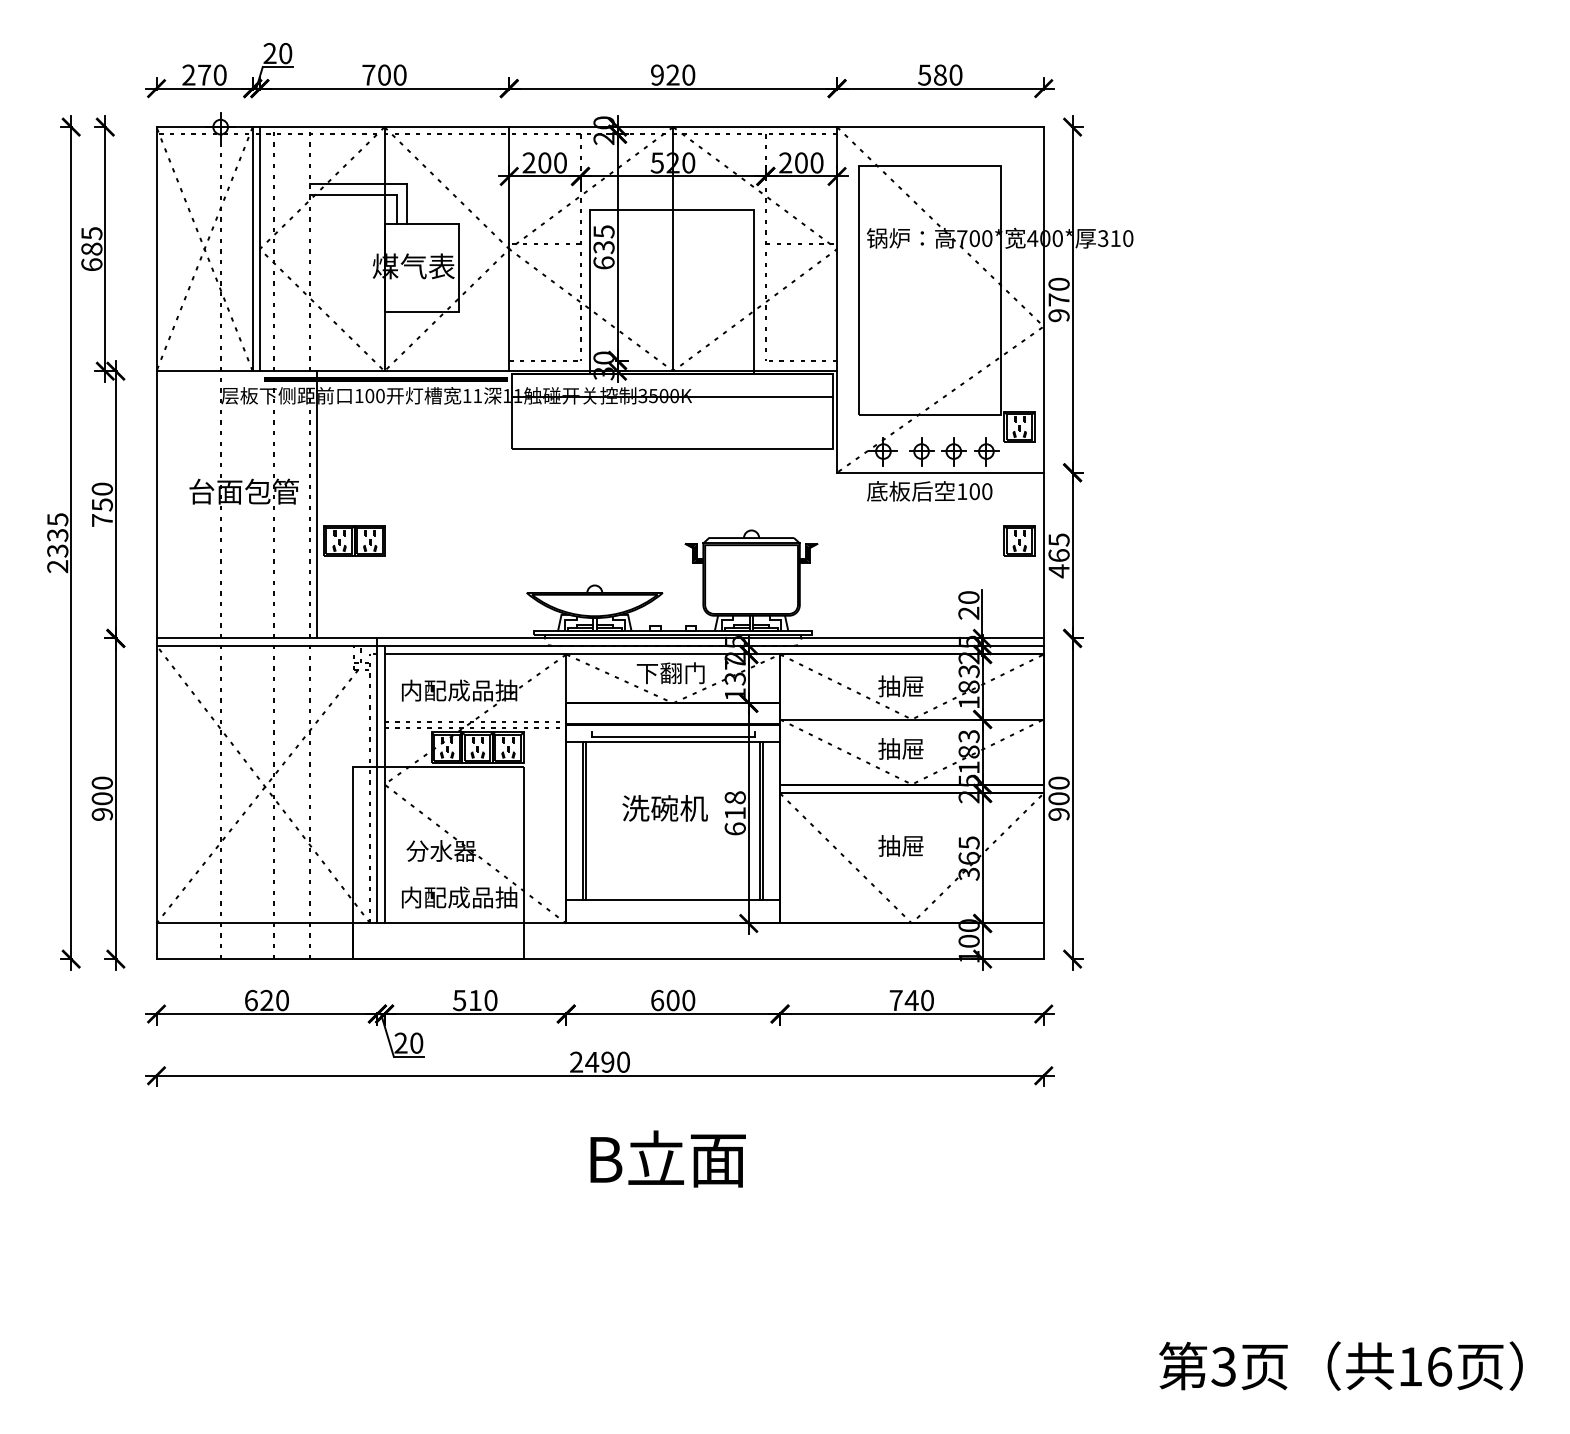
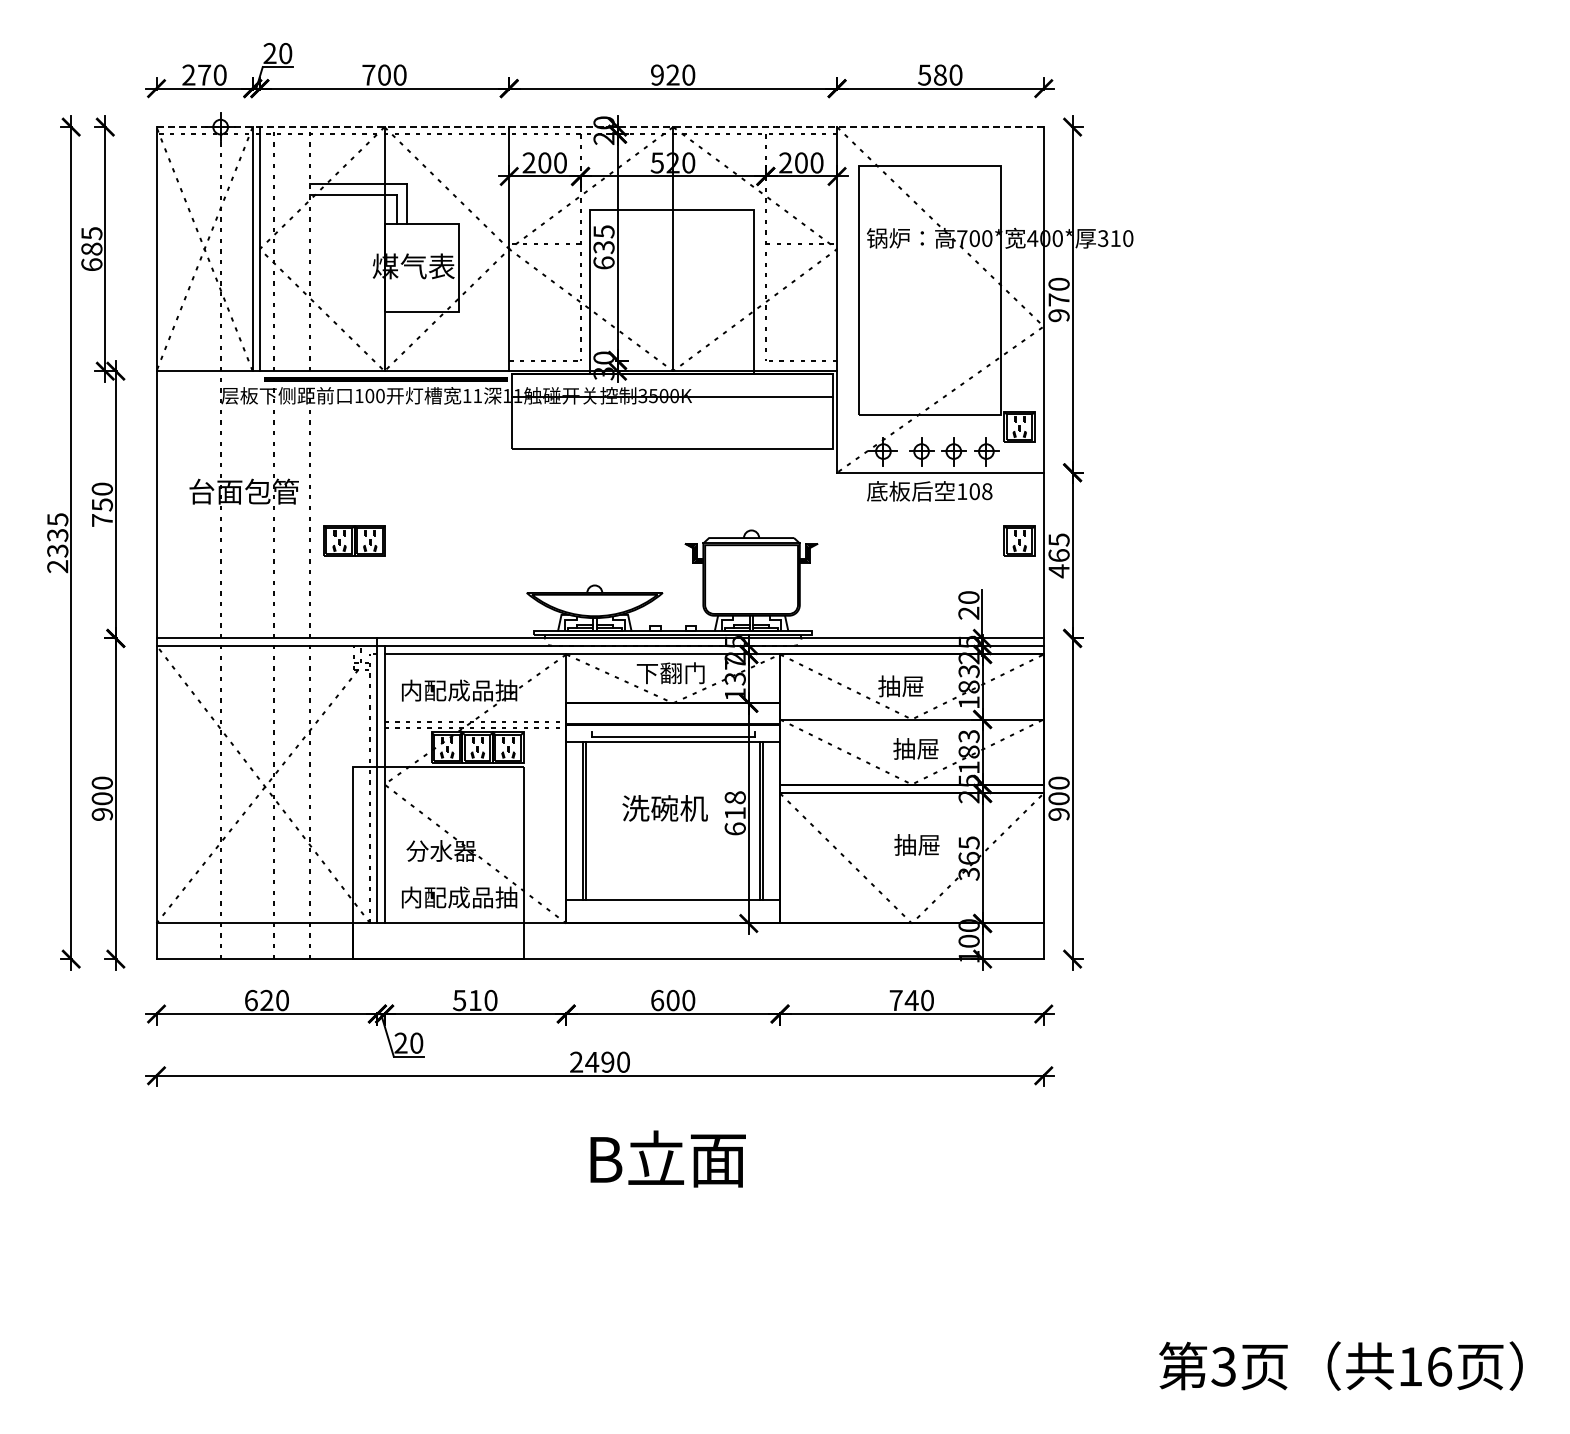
line at (600, 127): solid -> dashed
text at (987, 491): 100 -> 108
line at (316, 504): present -> none
text at (900, 748) position: (900, 748) -> (915, 748)
text at (900, 845) position: (900, 845) -> (916, 844)
